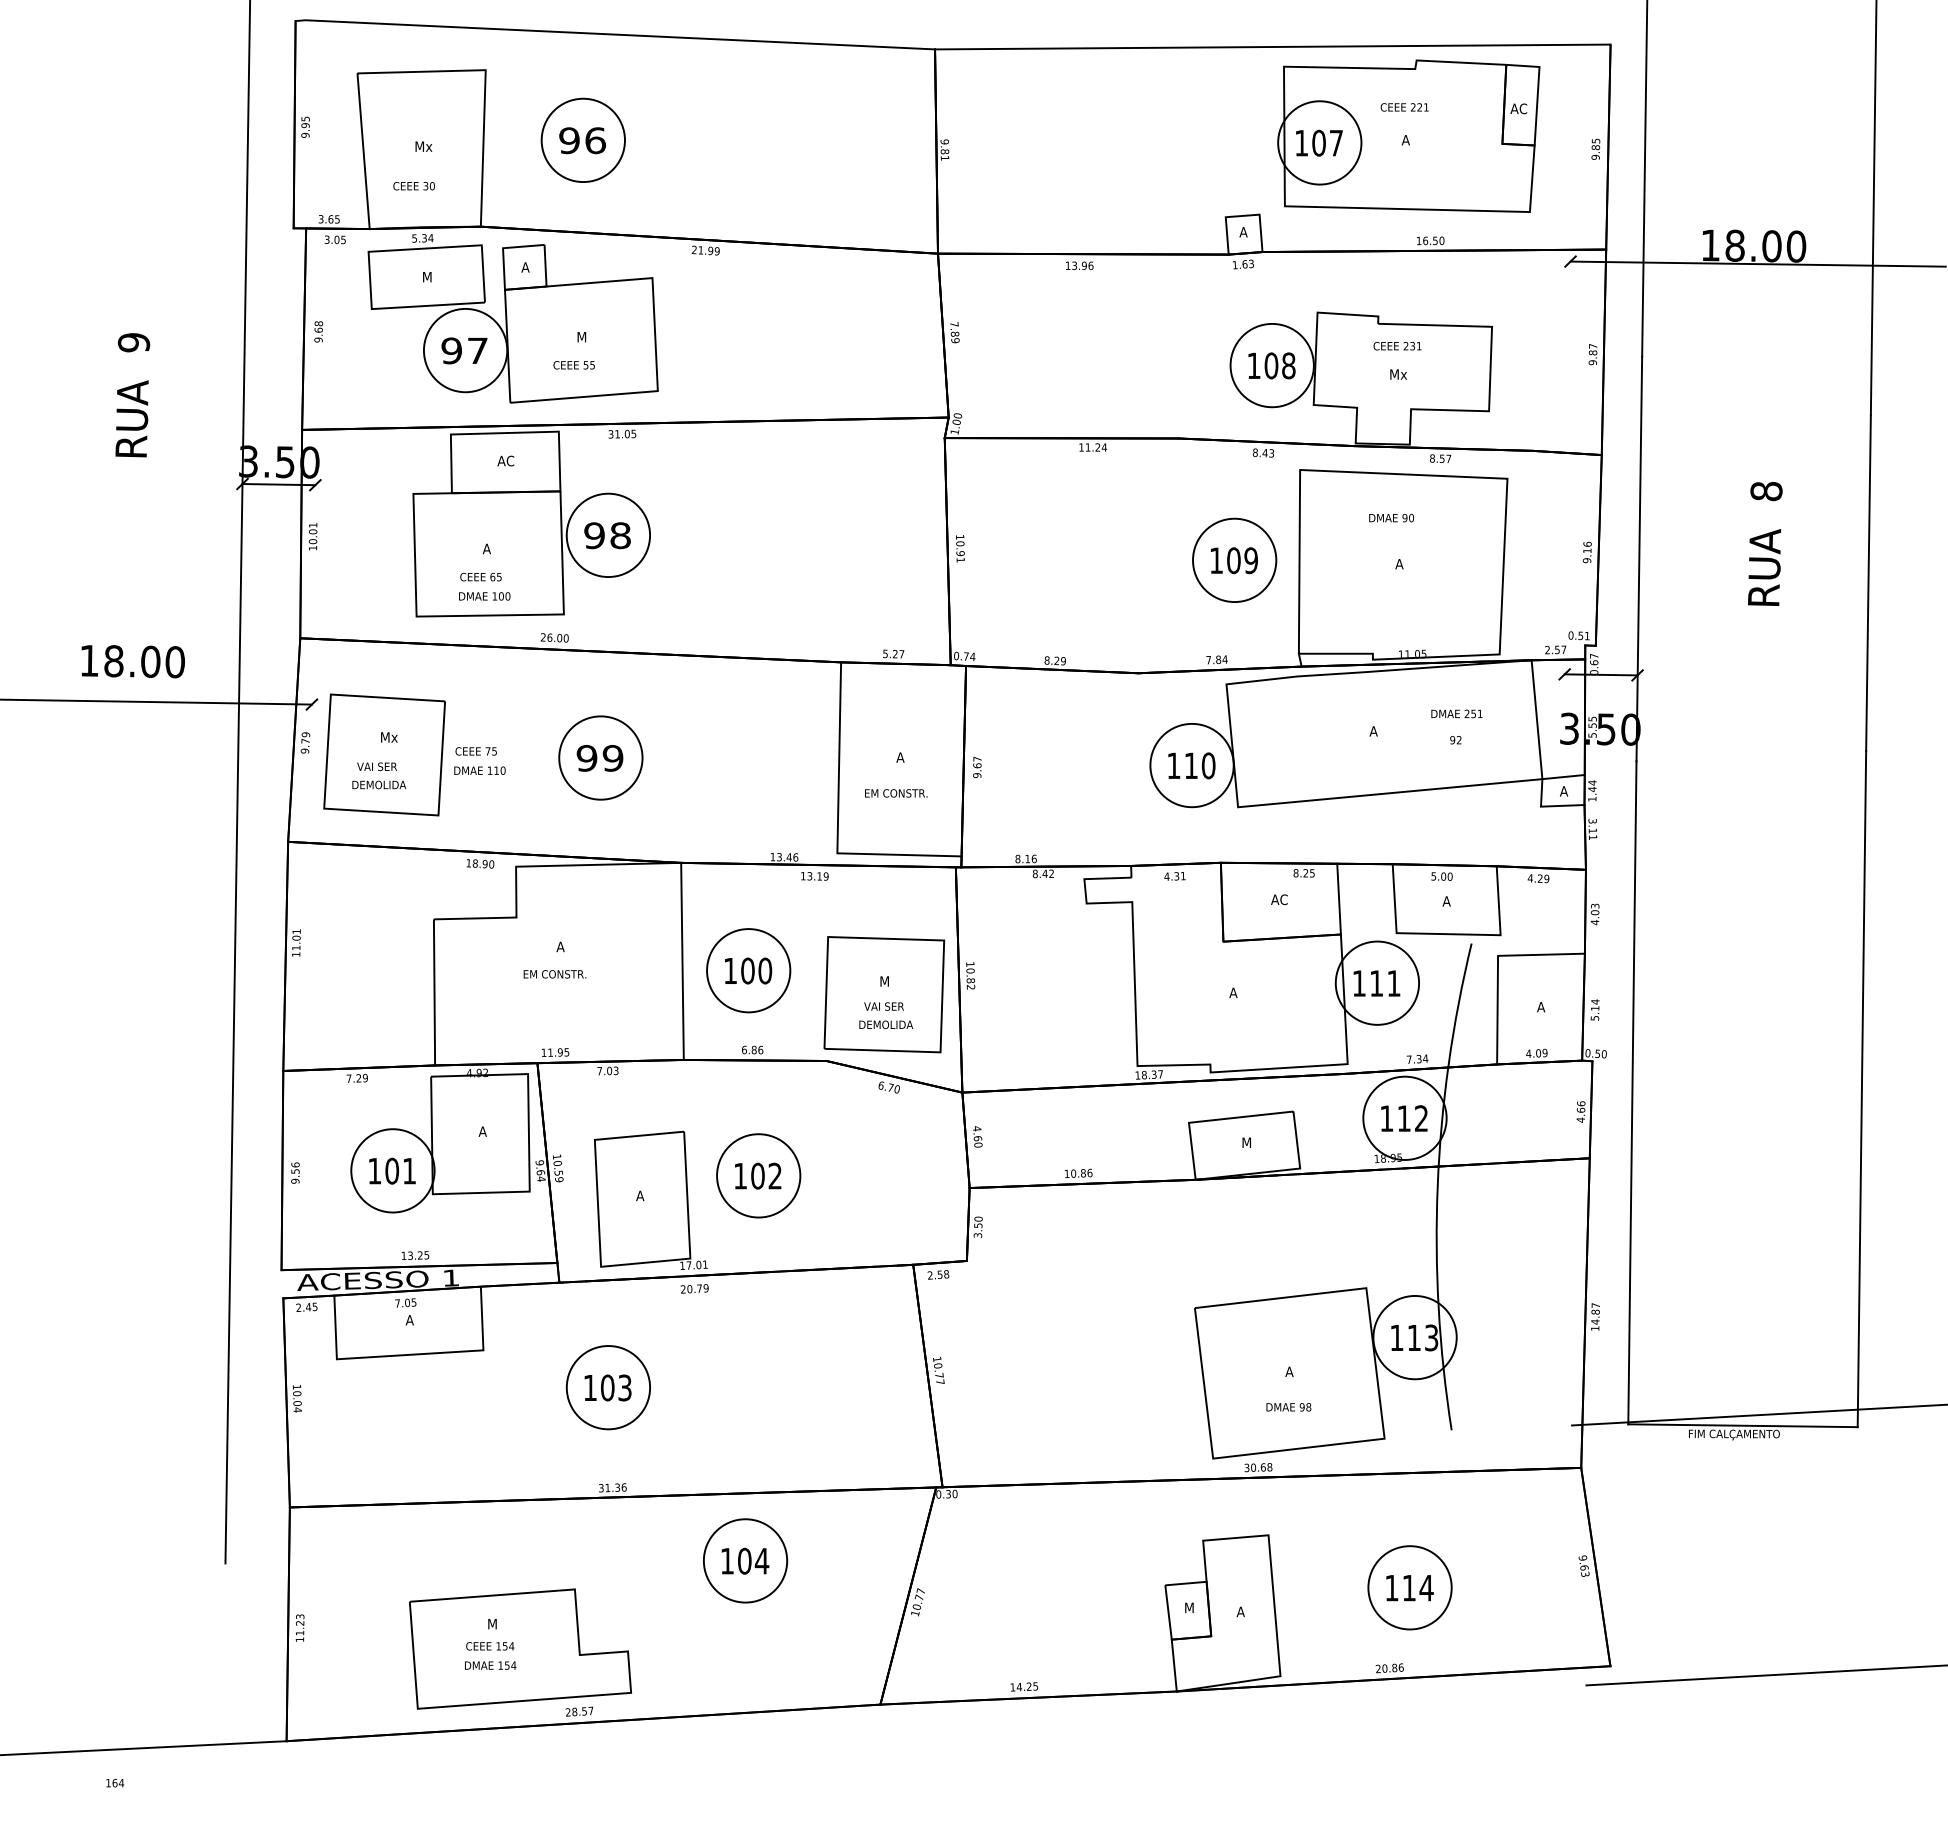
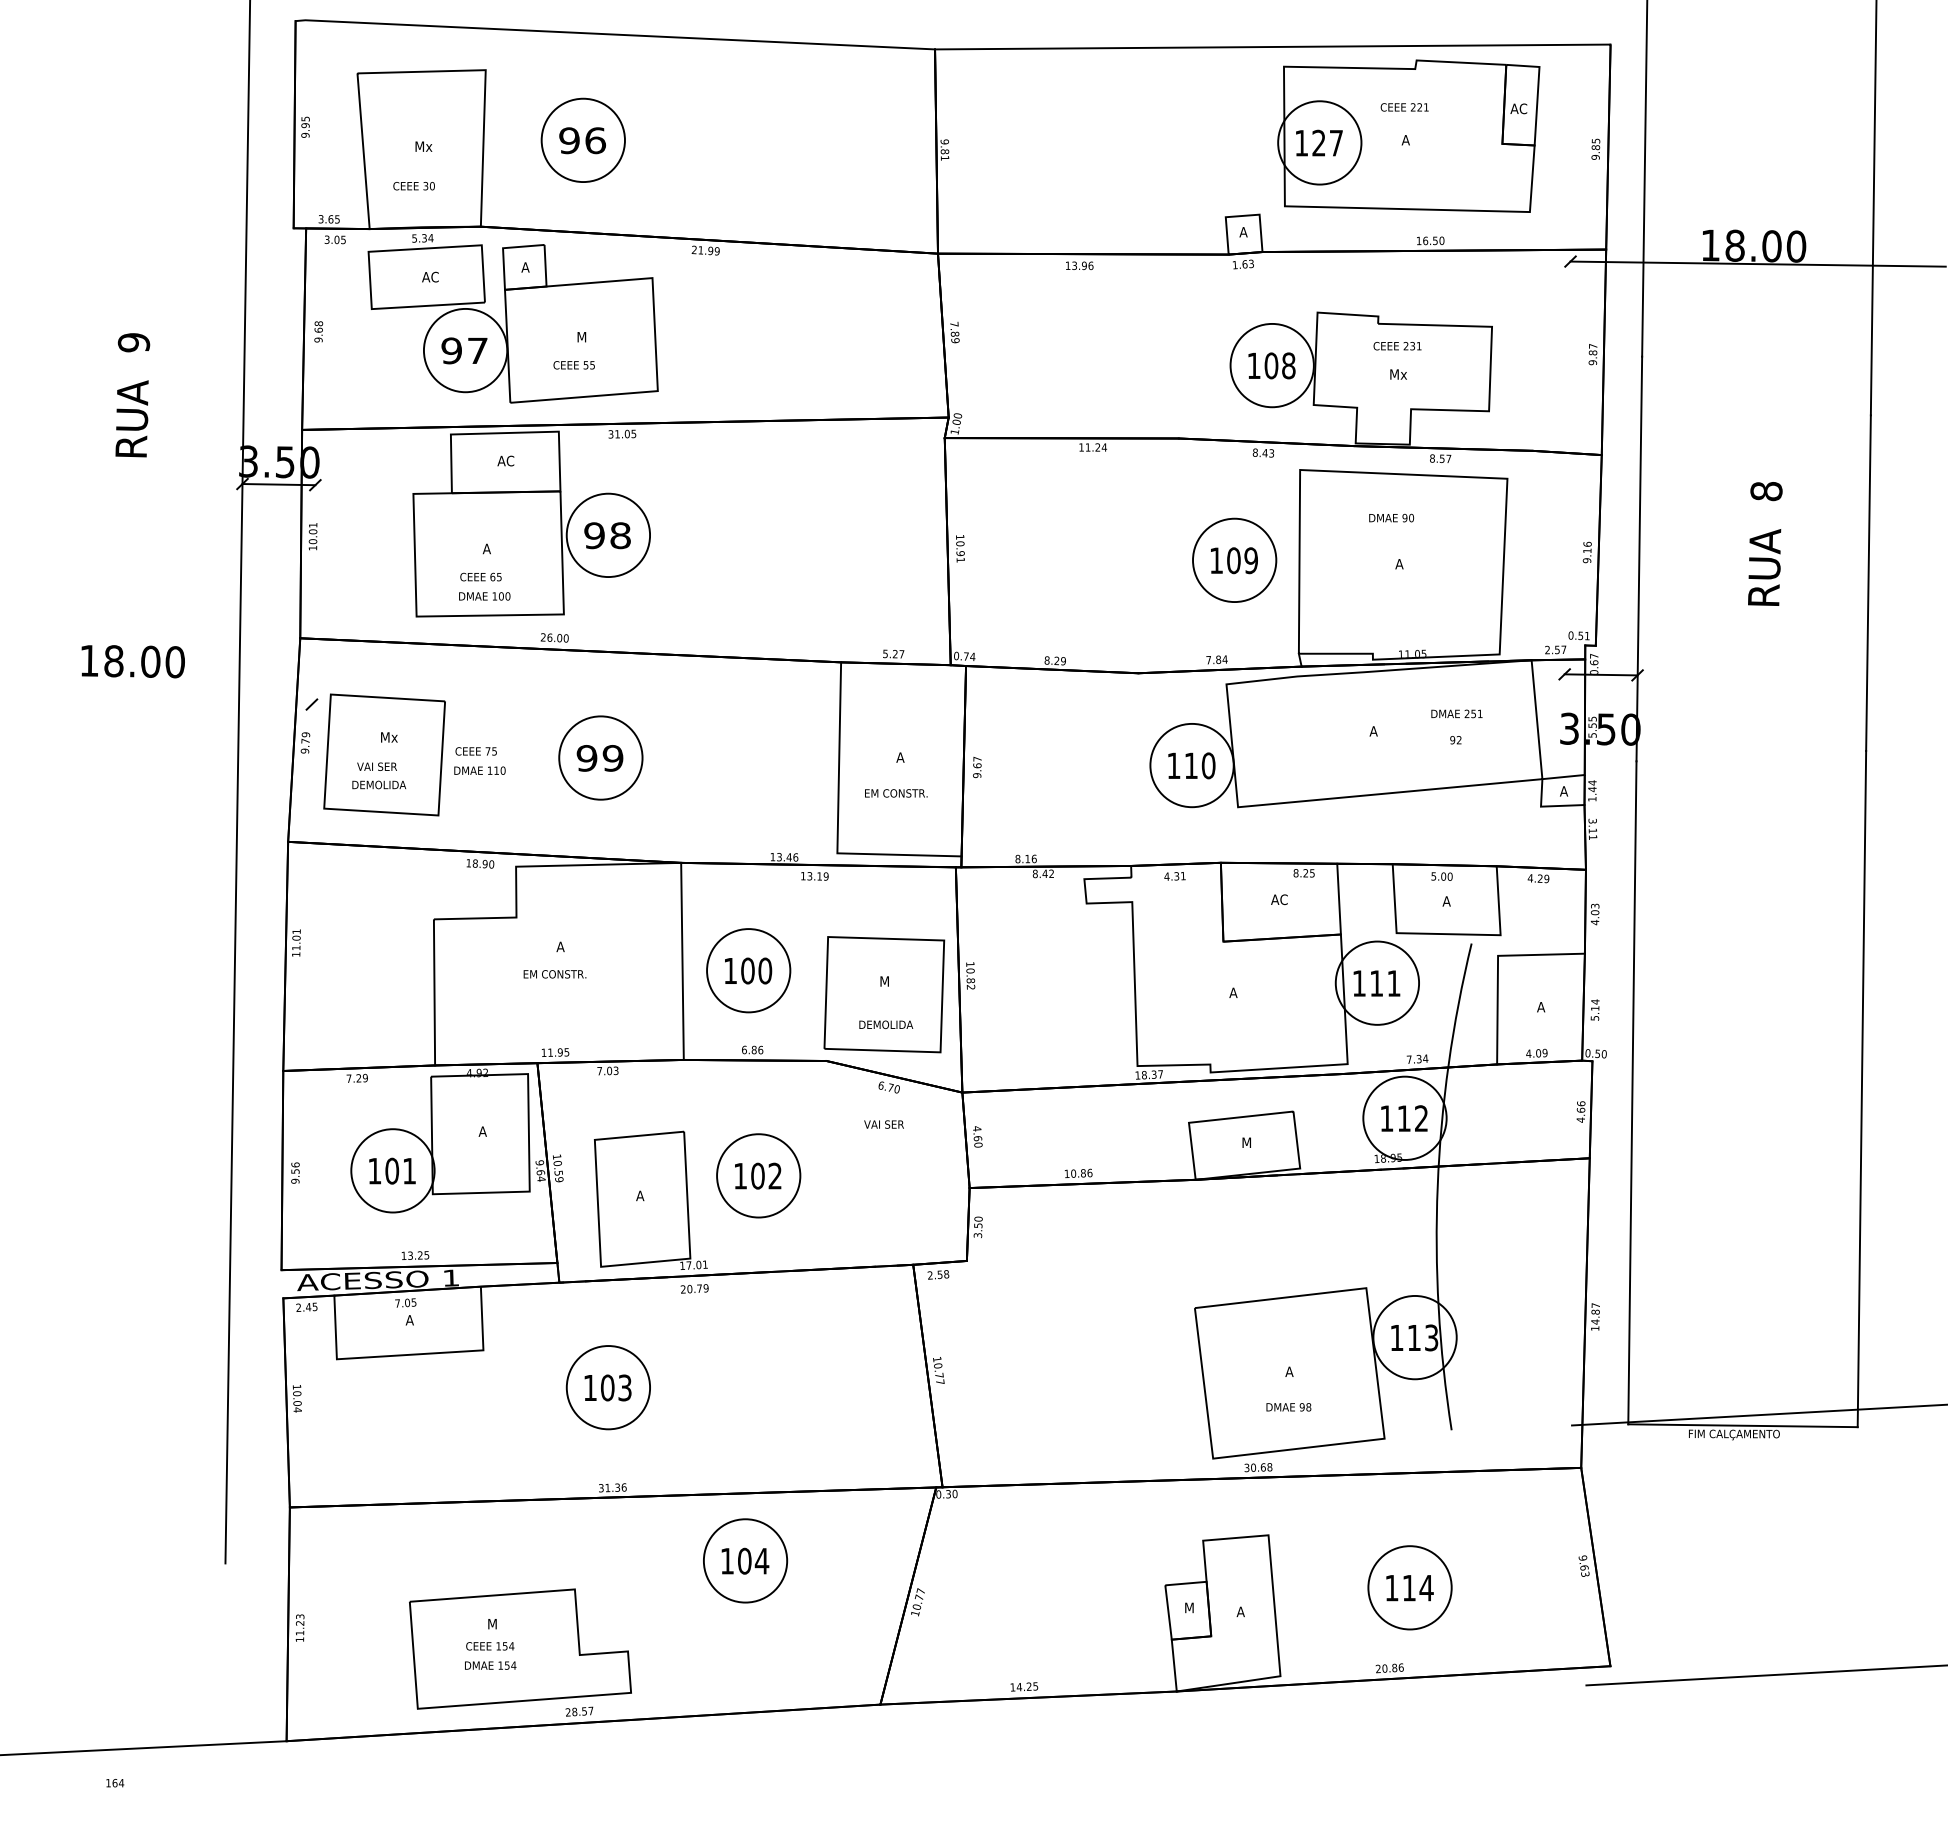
text at (1318, 142): 107 -> 127
text at (430, 276): M -> AC
line at (156, 701): present -> none
text at (883, 1006) position: (883, 1006) -> (883, 1124)
